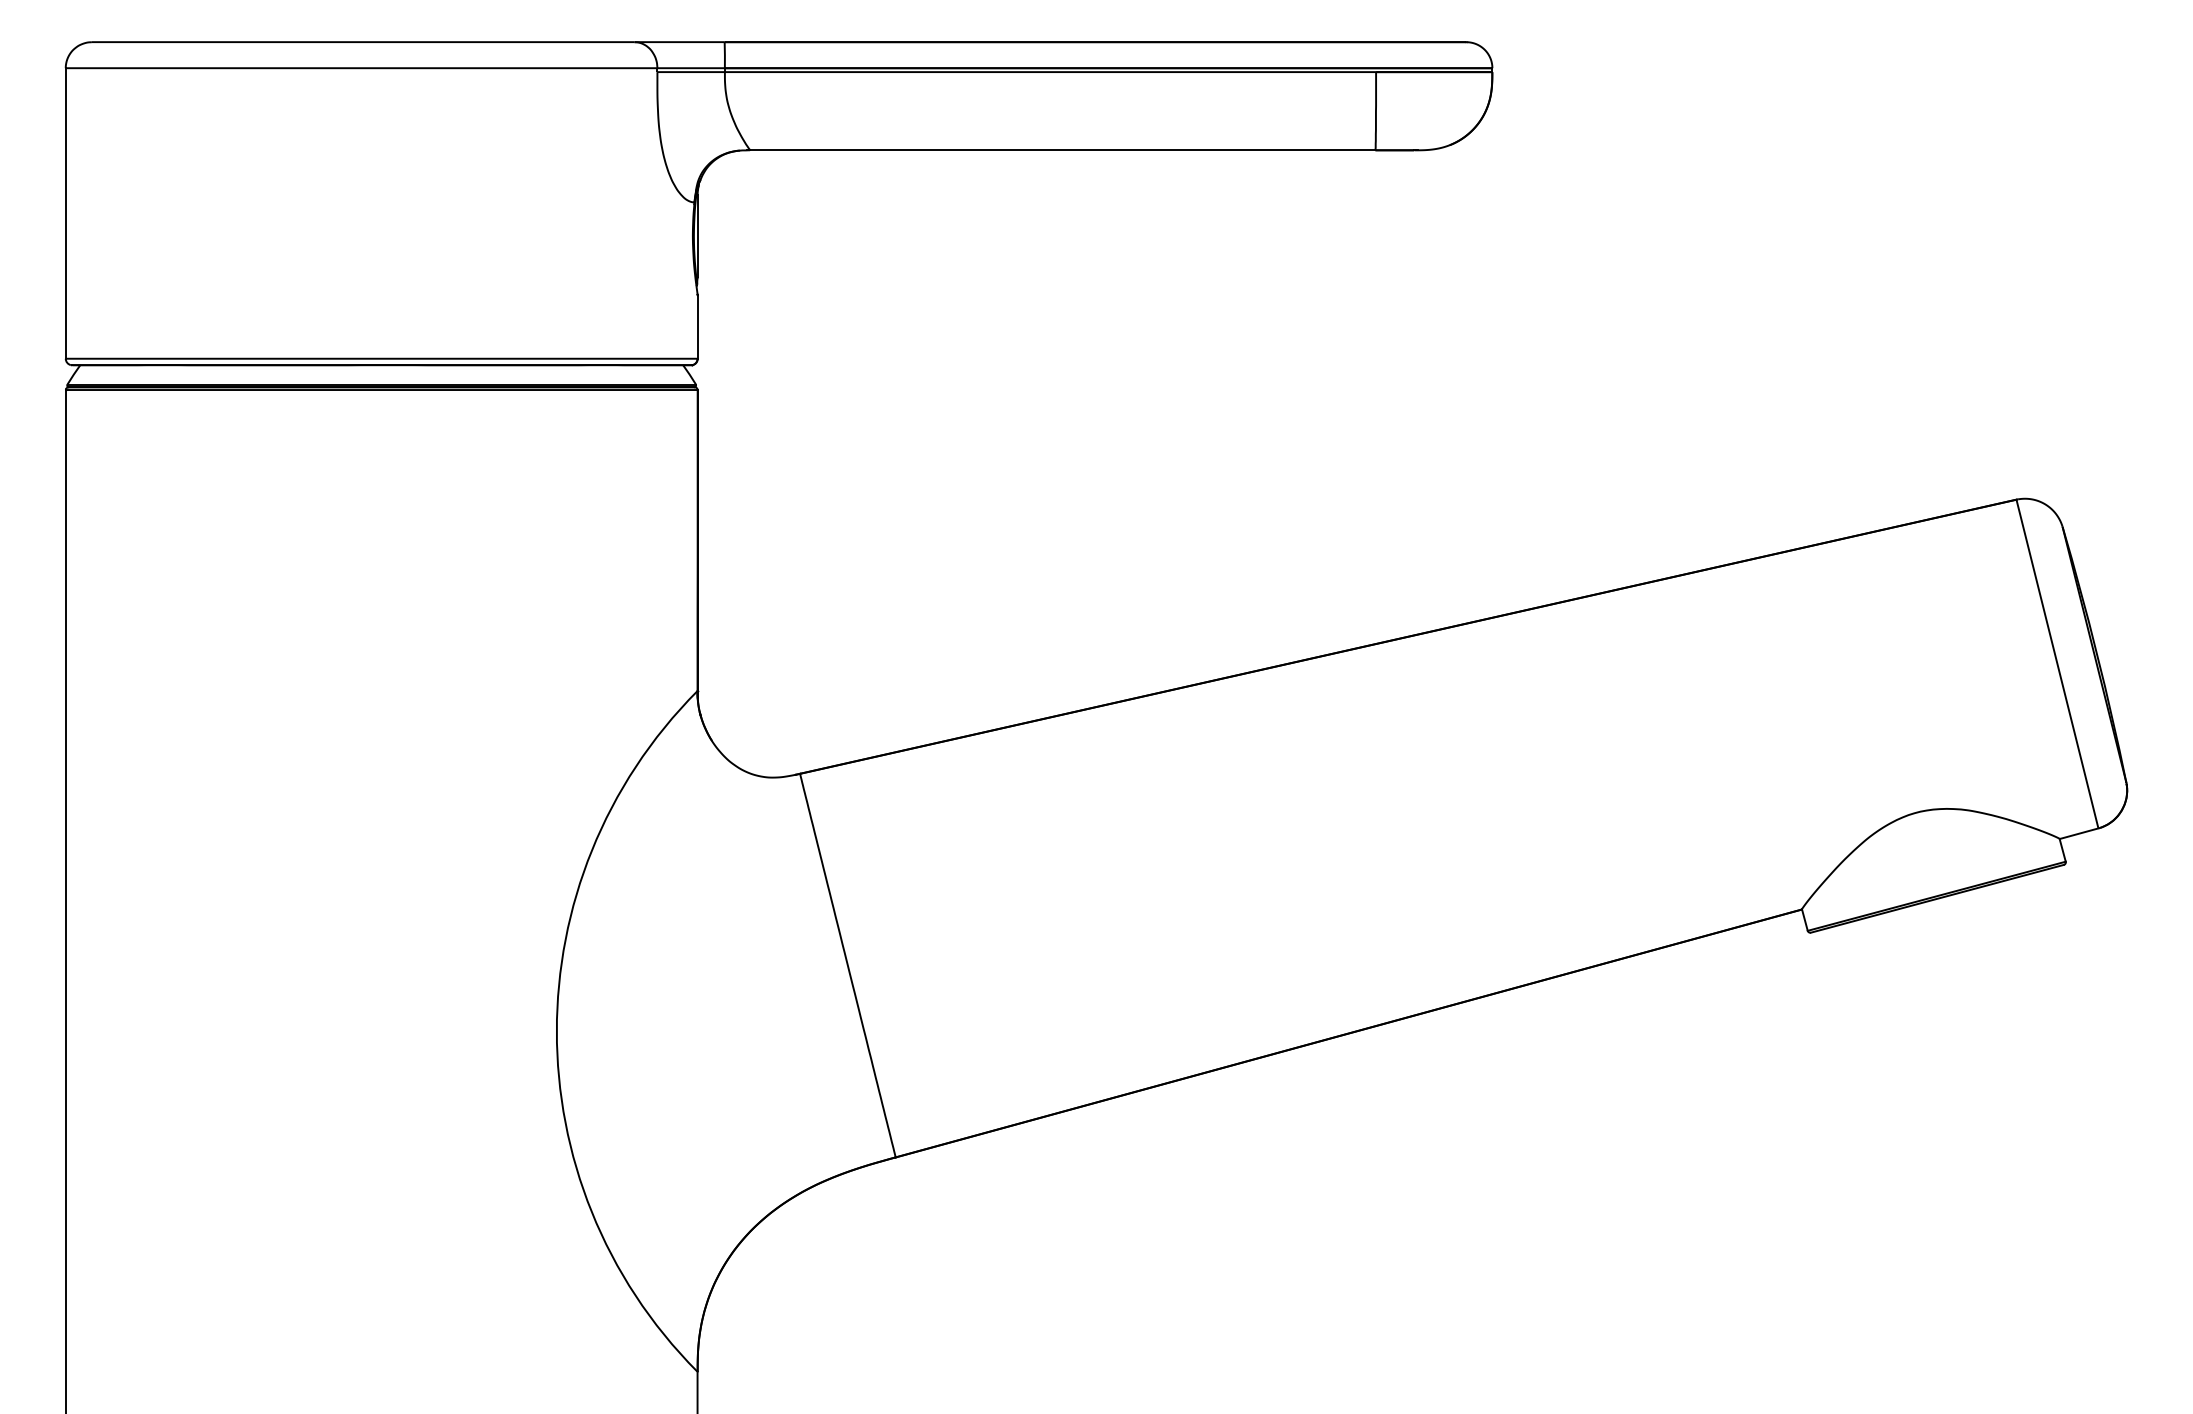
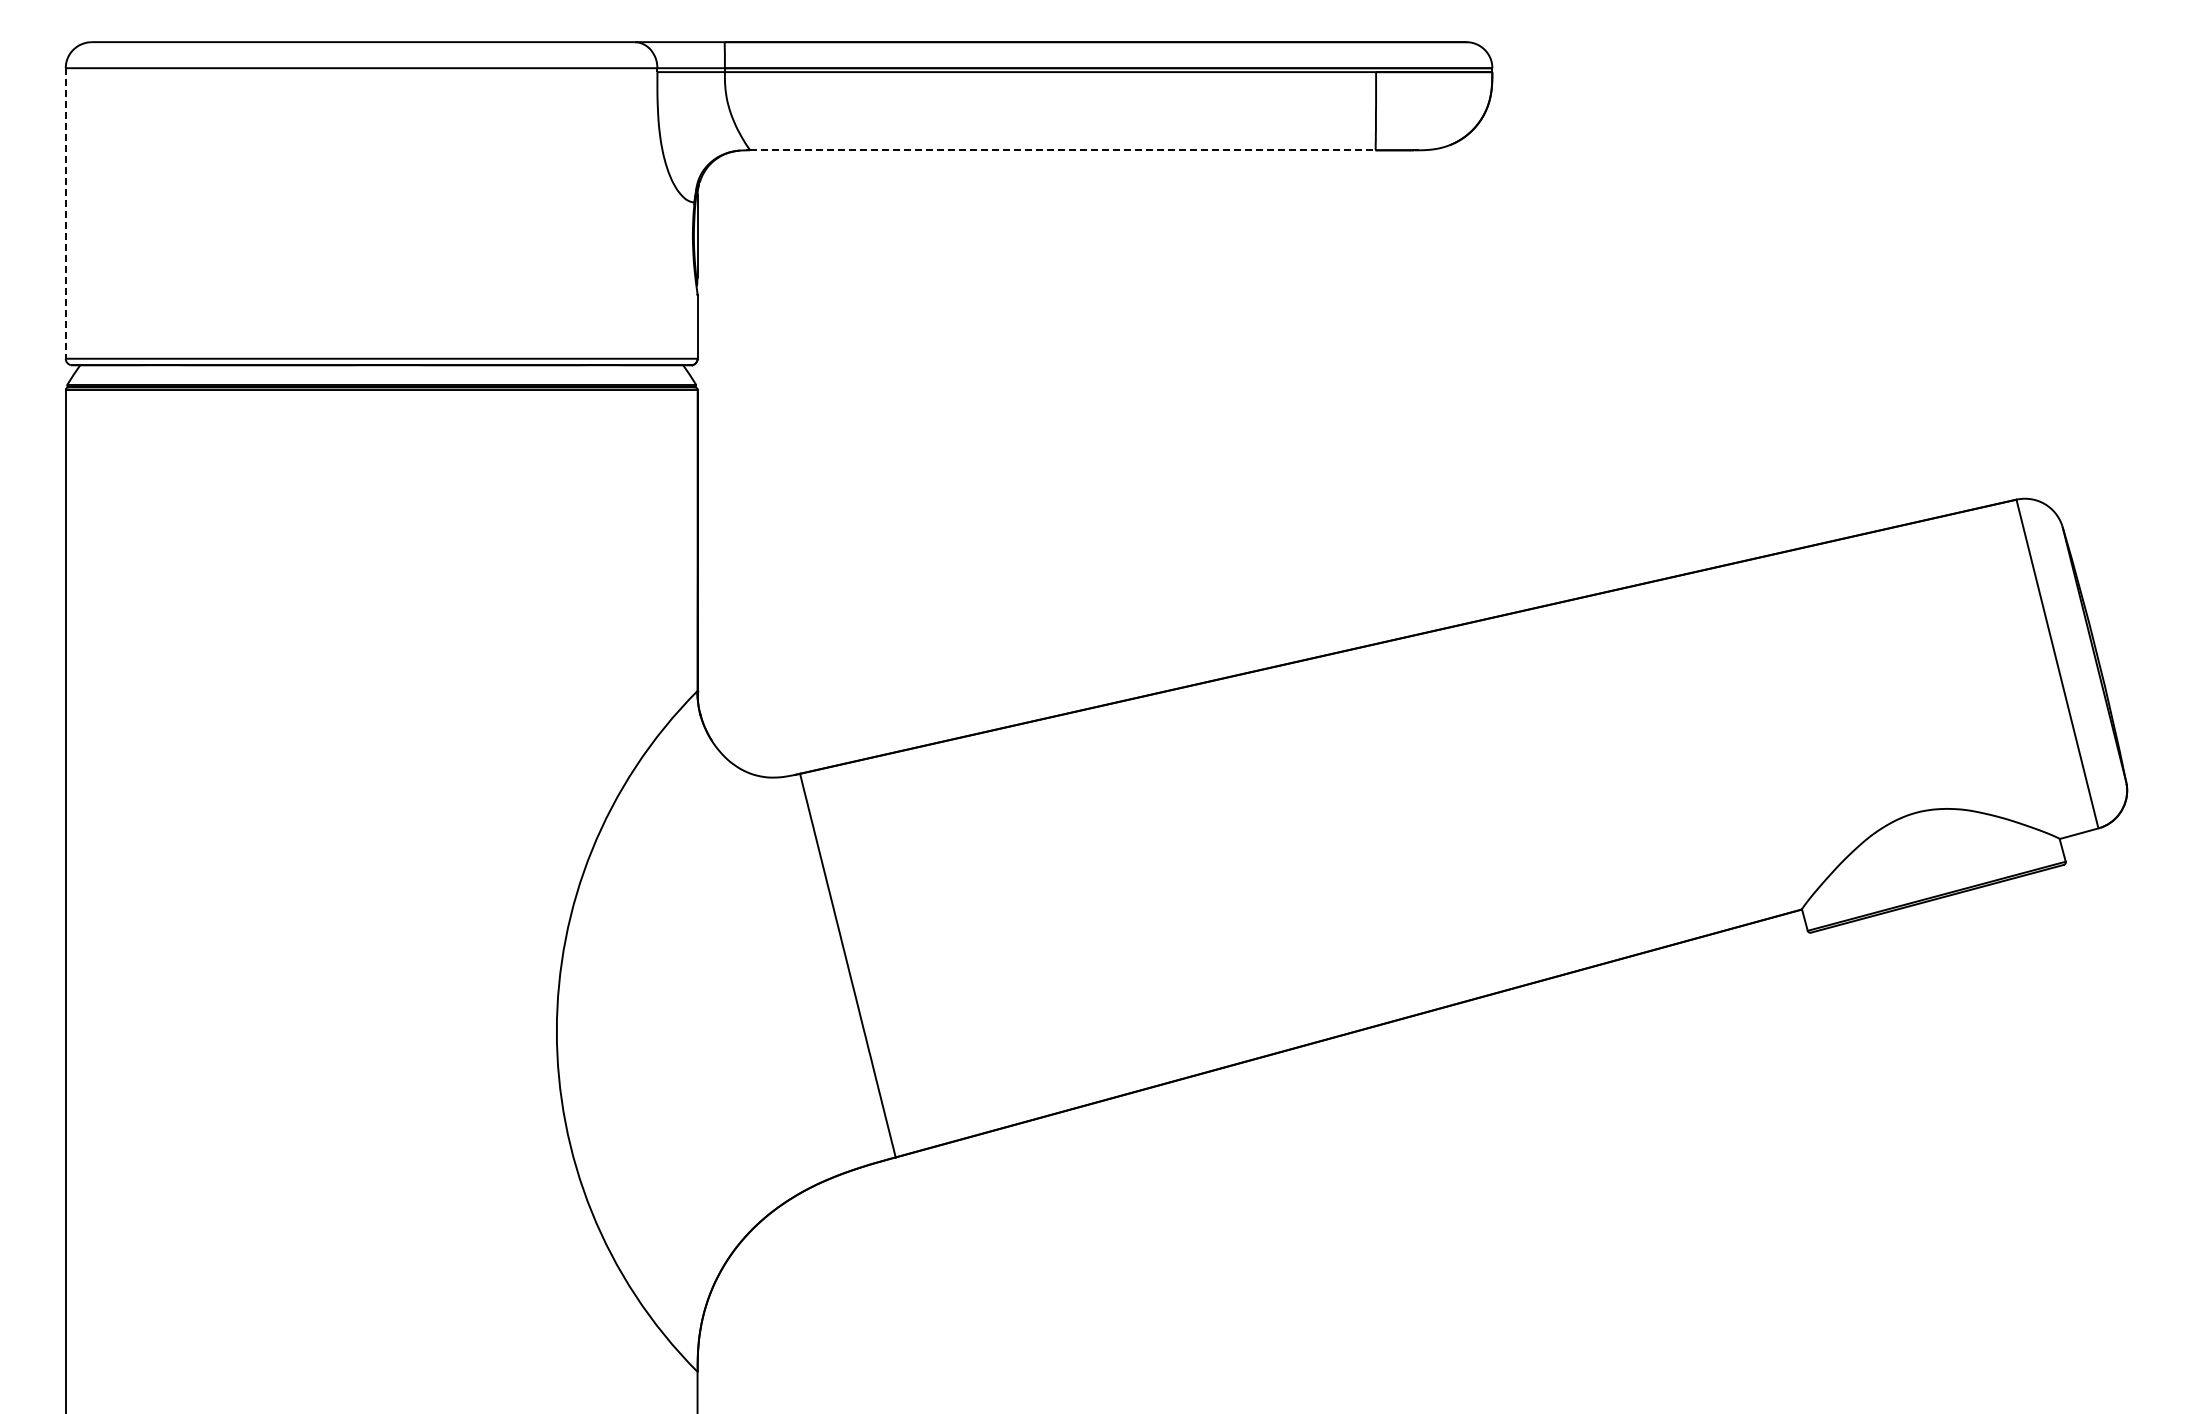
line at (1062, 150): solid -> dashed
line at (65, 213): solid -> dashed
